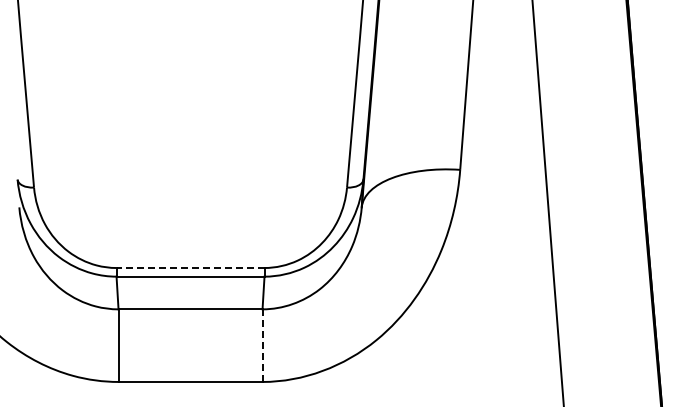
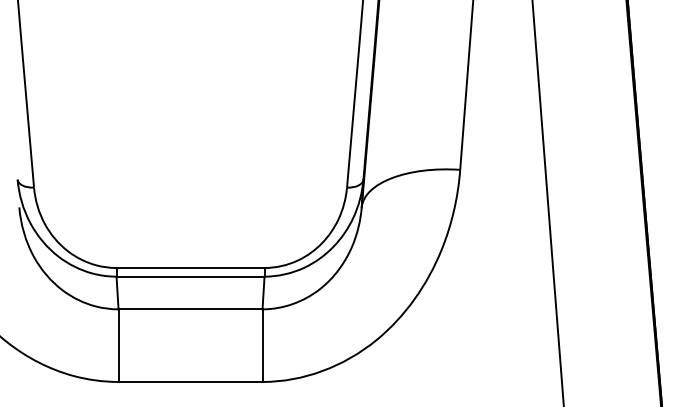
line at (190, 268): dashed -> solid
line at (262, 345): dashed -> solid
